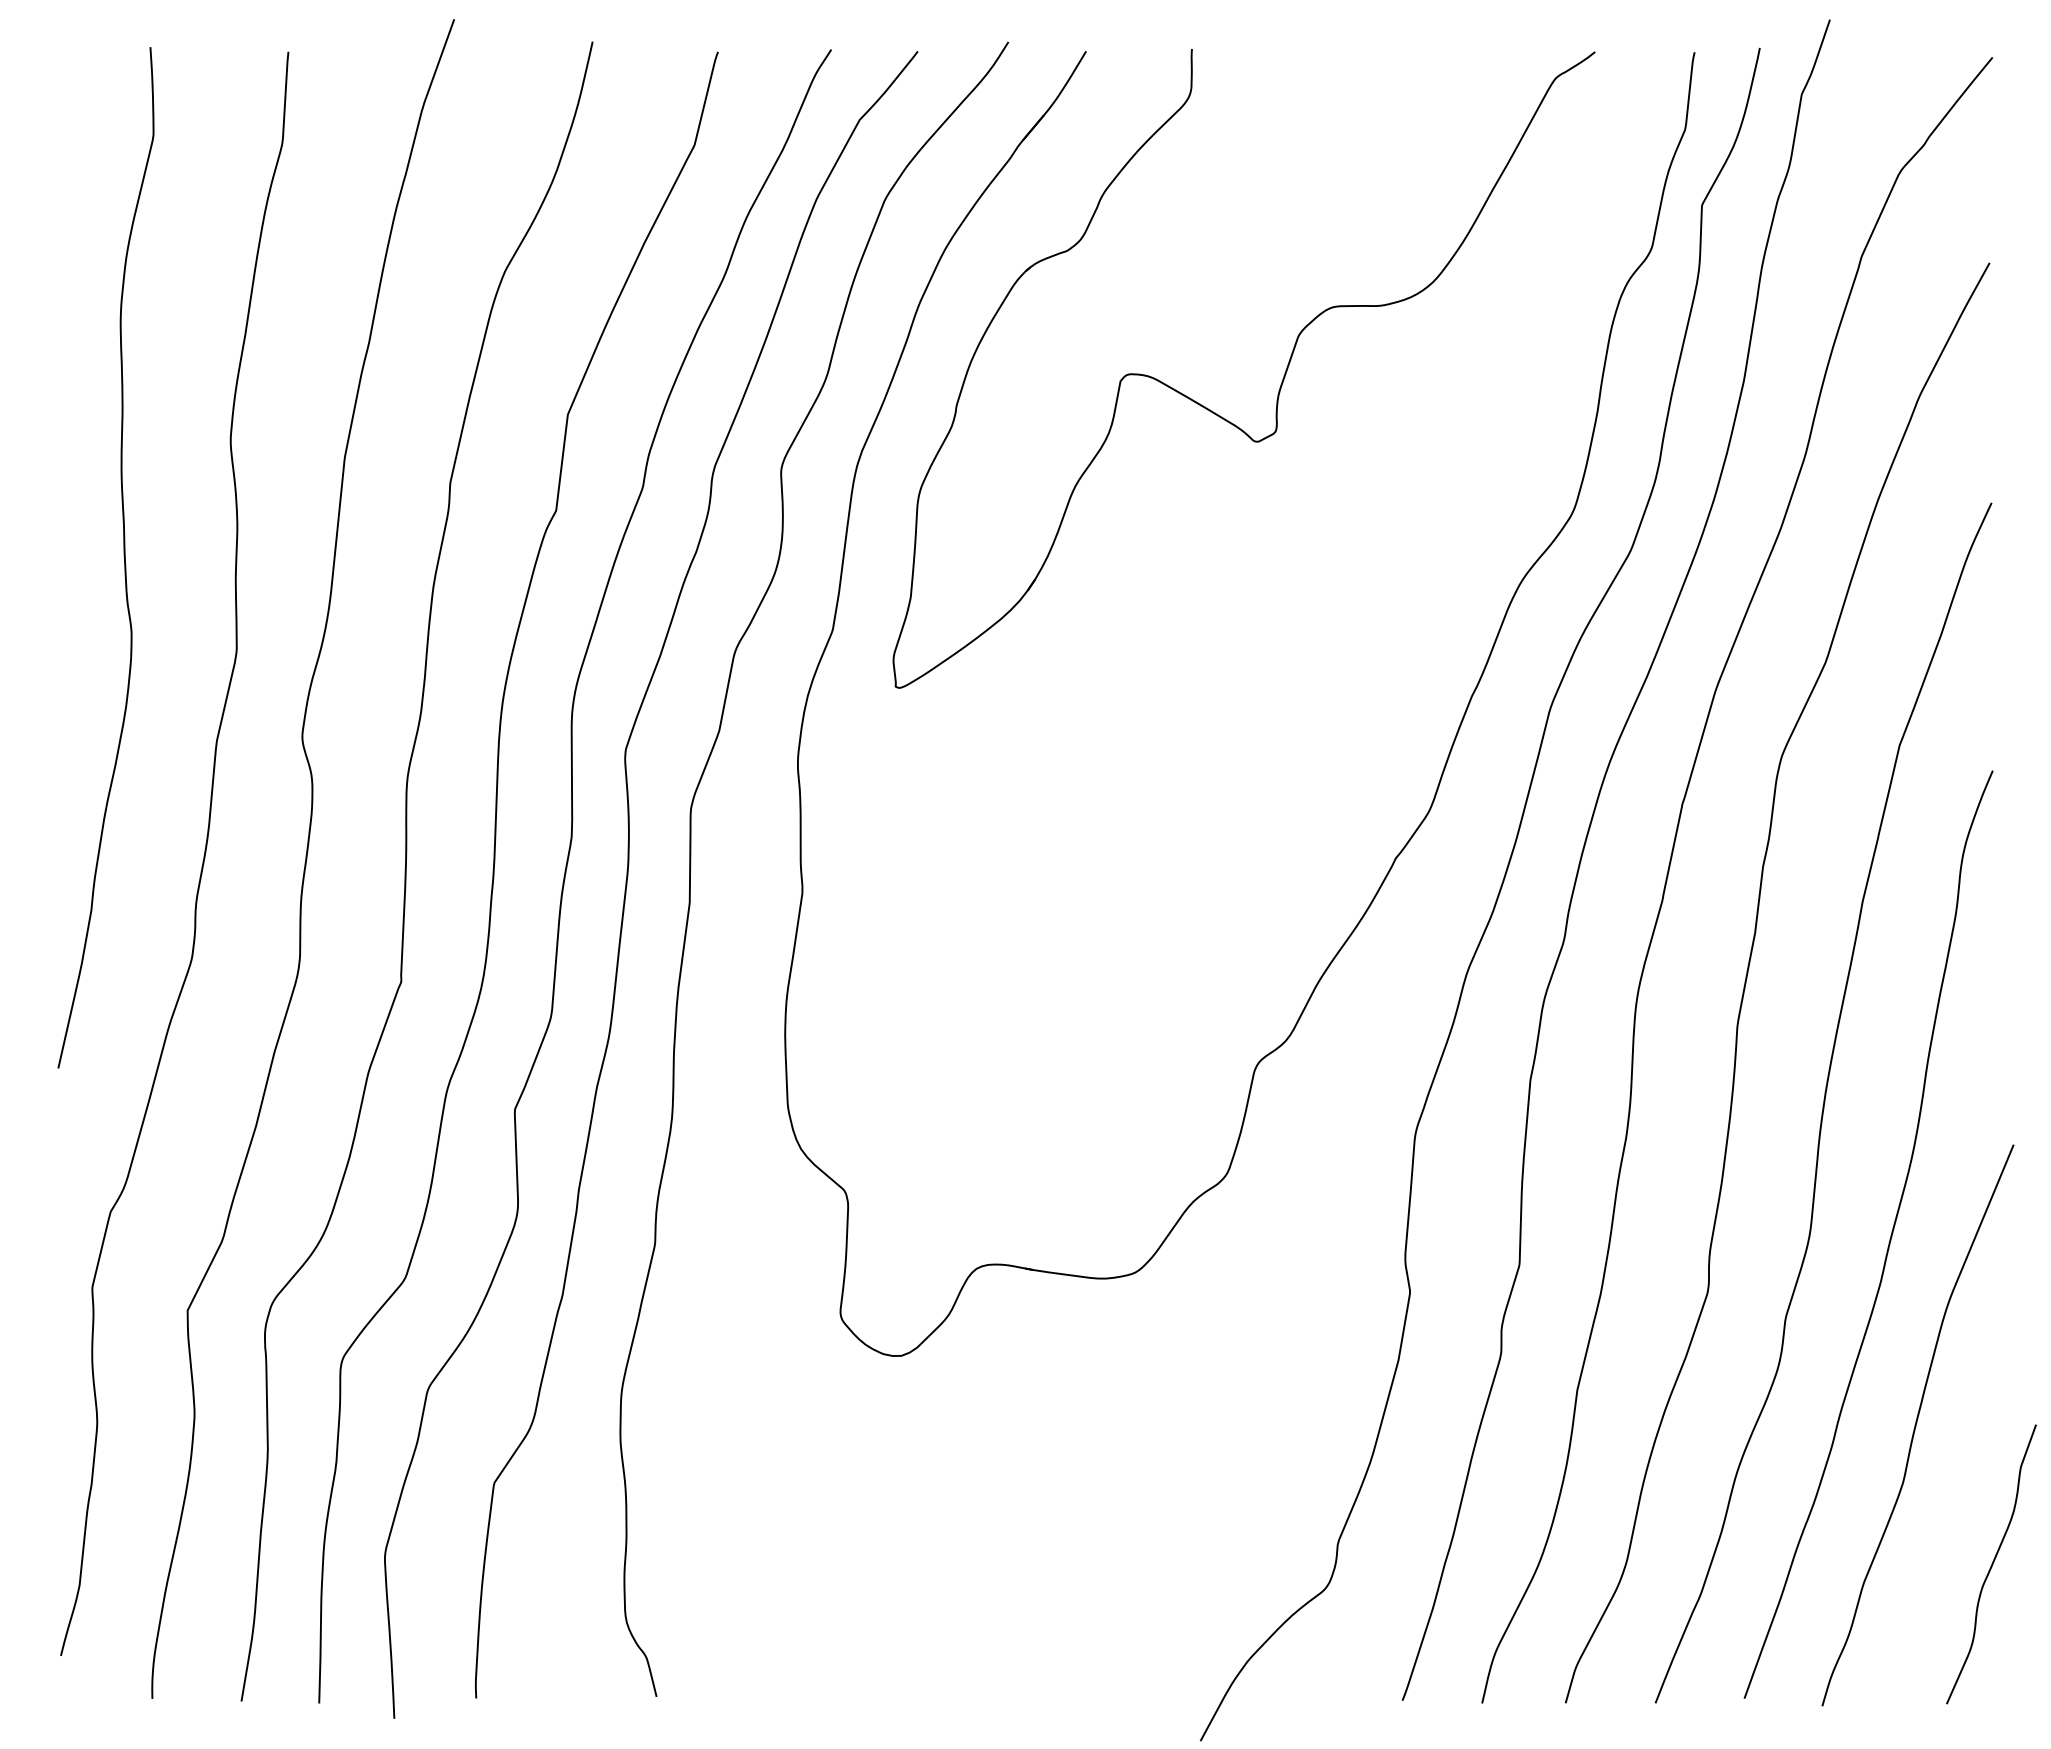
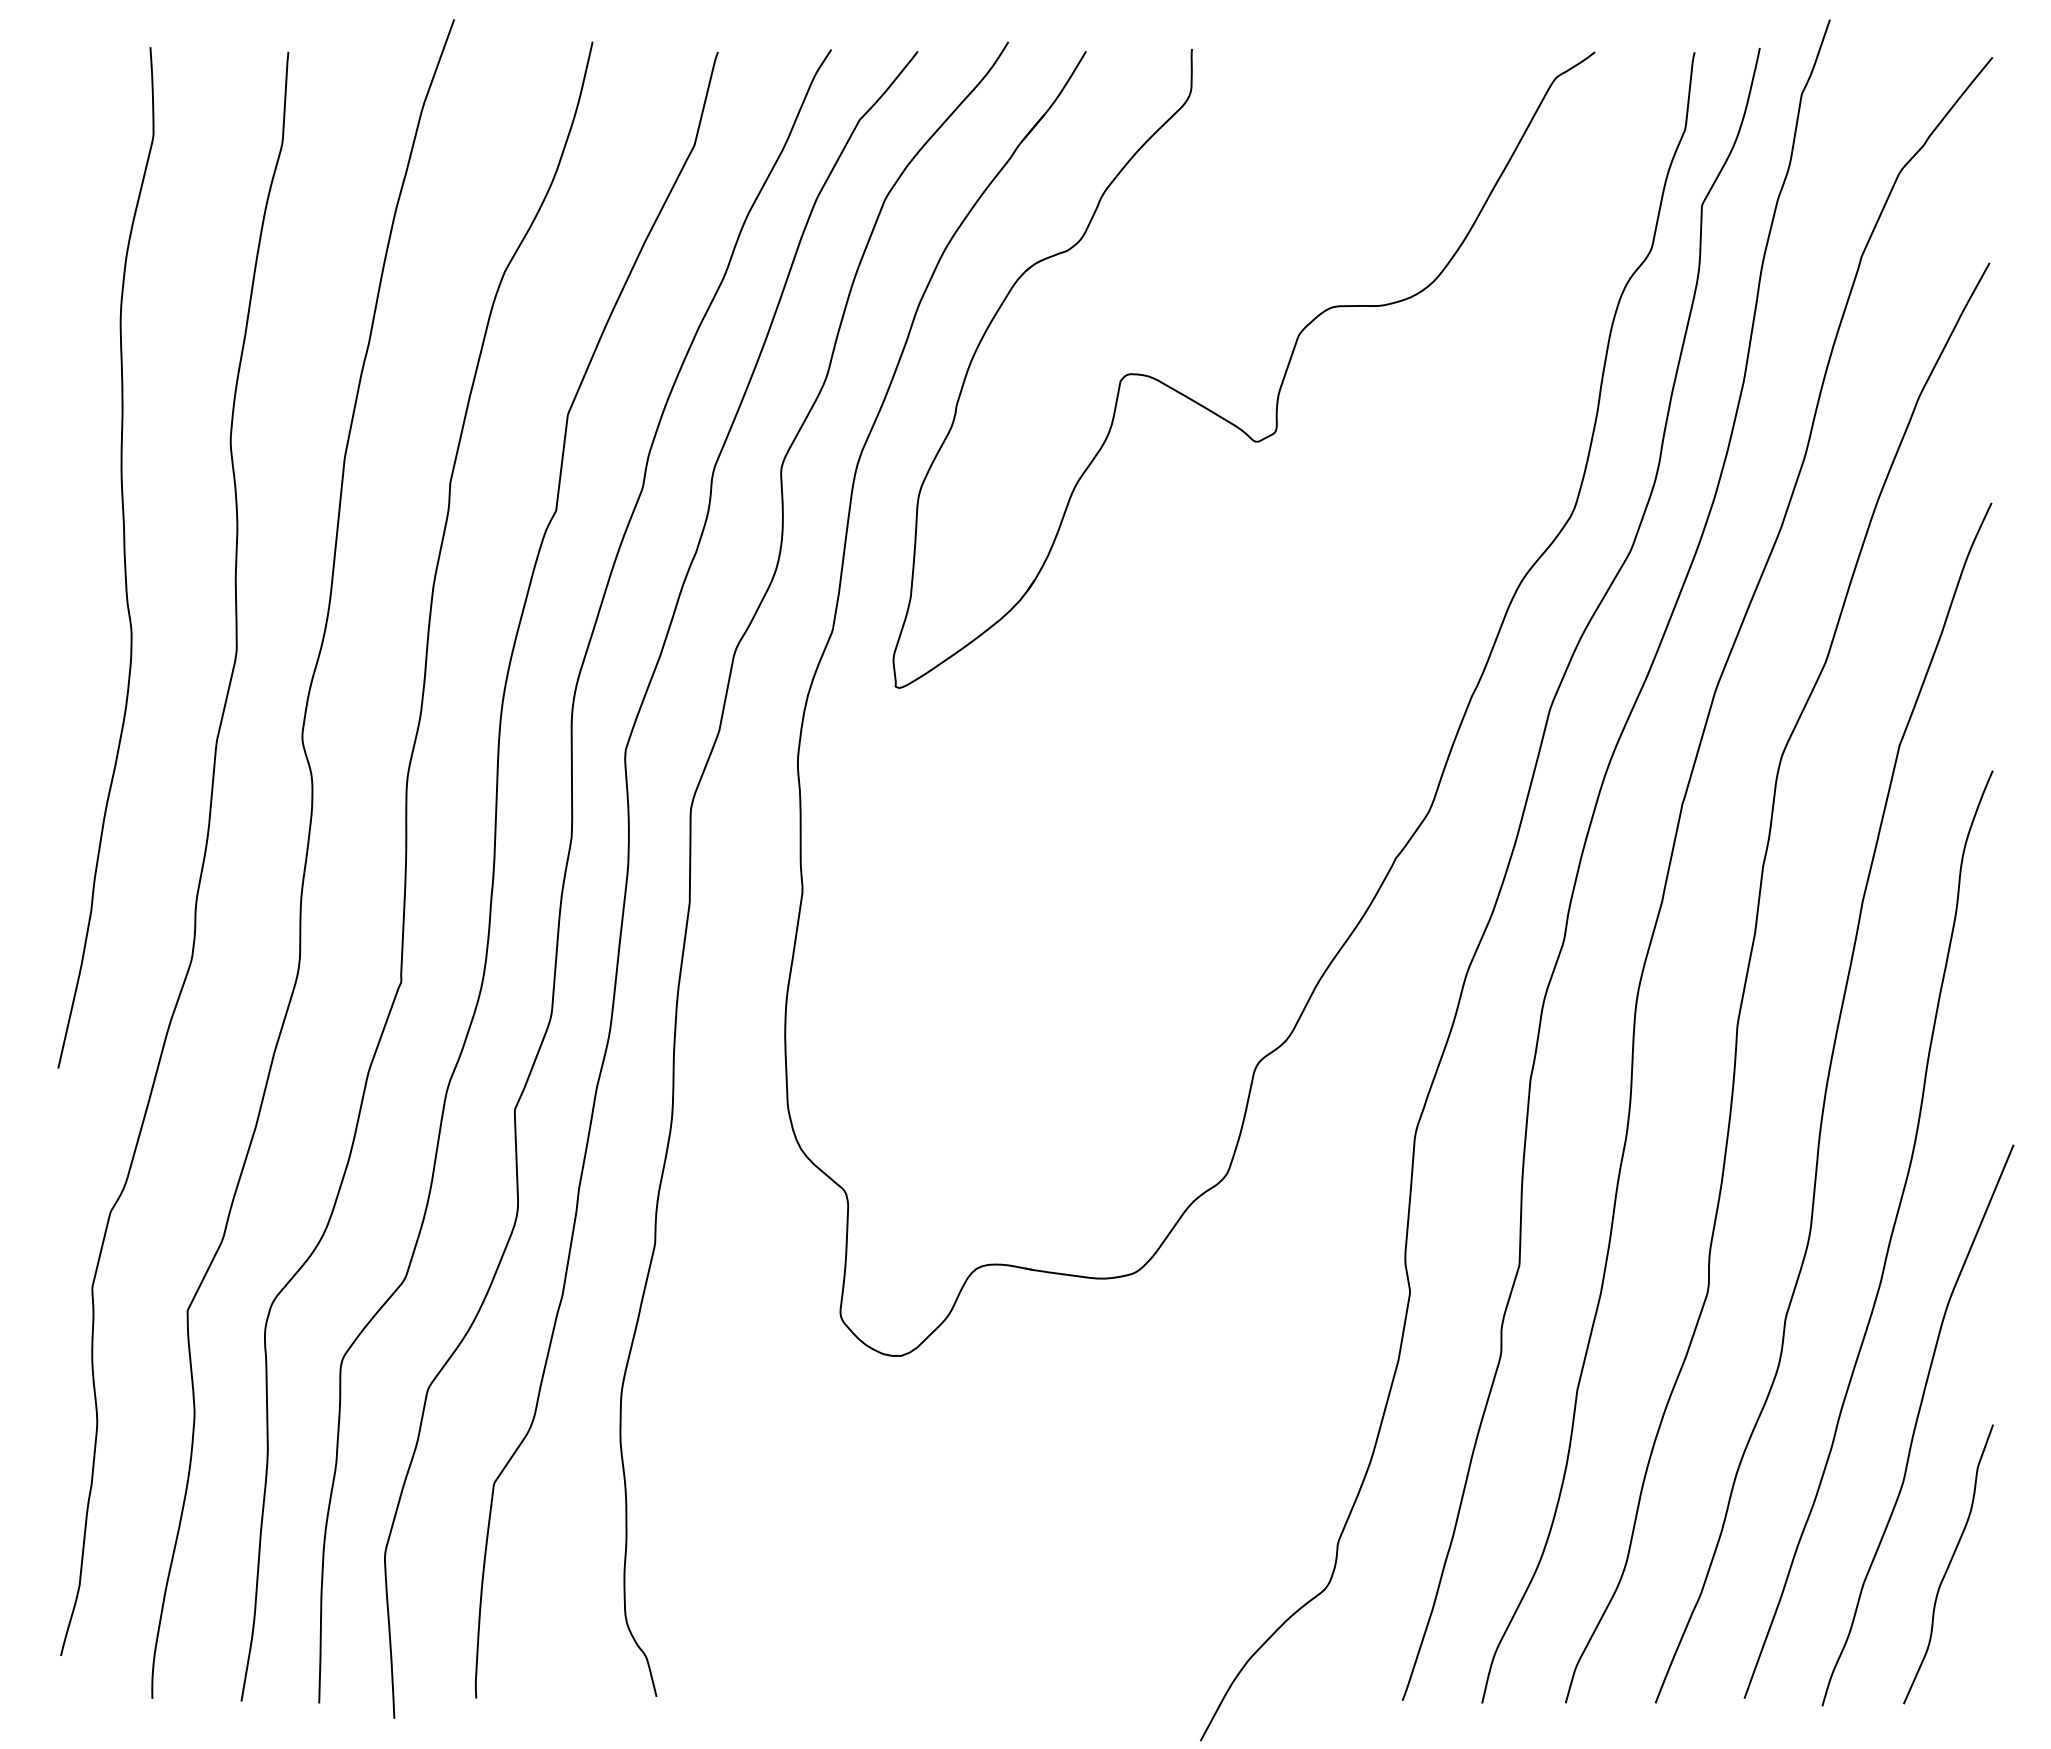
curve at (1991, 1564) position: (1991, 1564) -> (1948, 1564)
